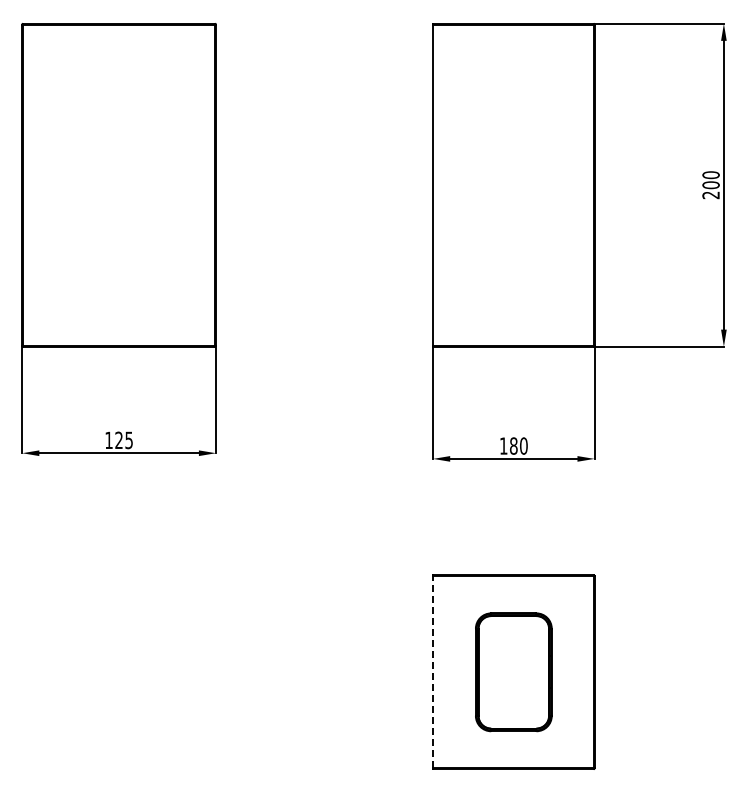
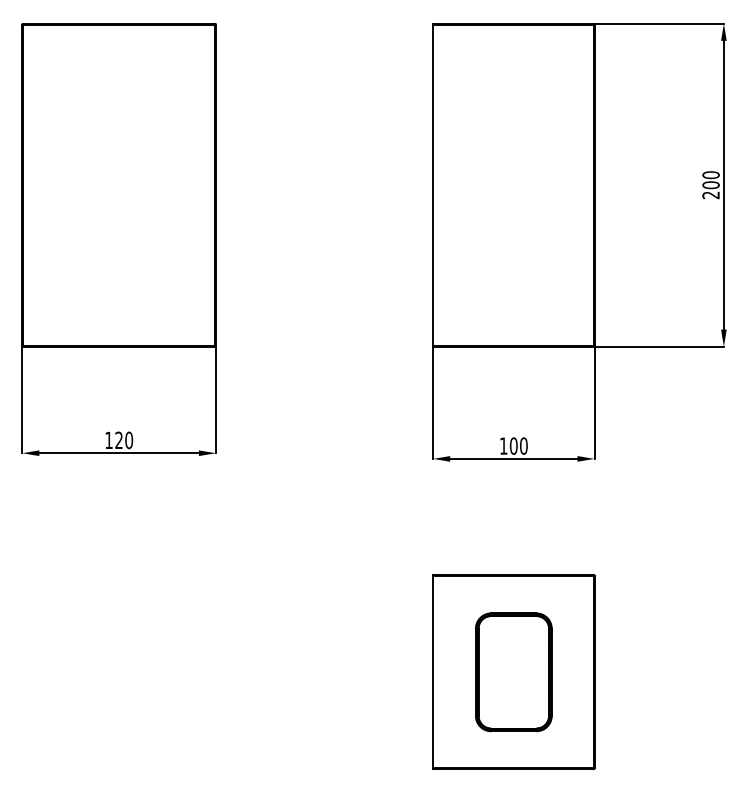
text at (129, 440): 125 -> 120
text at (513, 445): 180 -> 100
line at (433, 671): dashed -> solid
